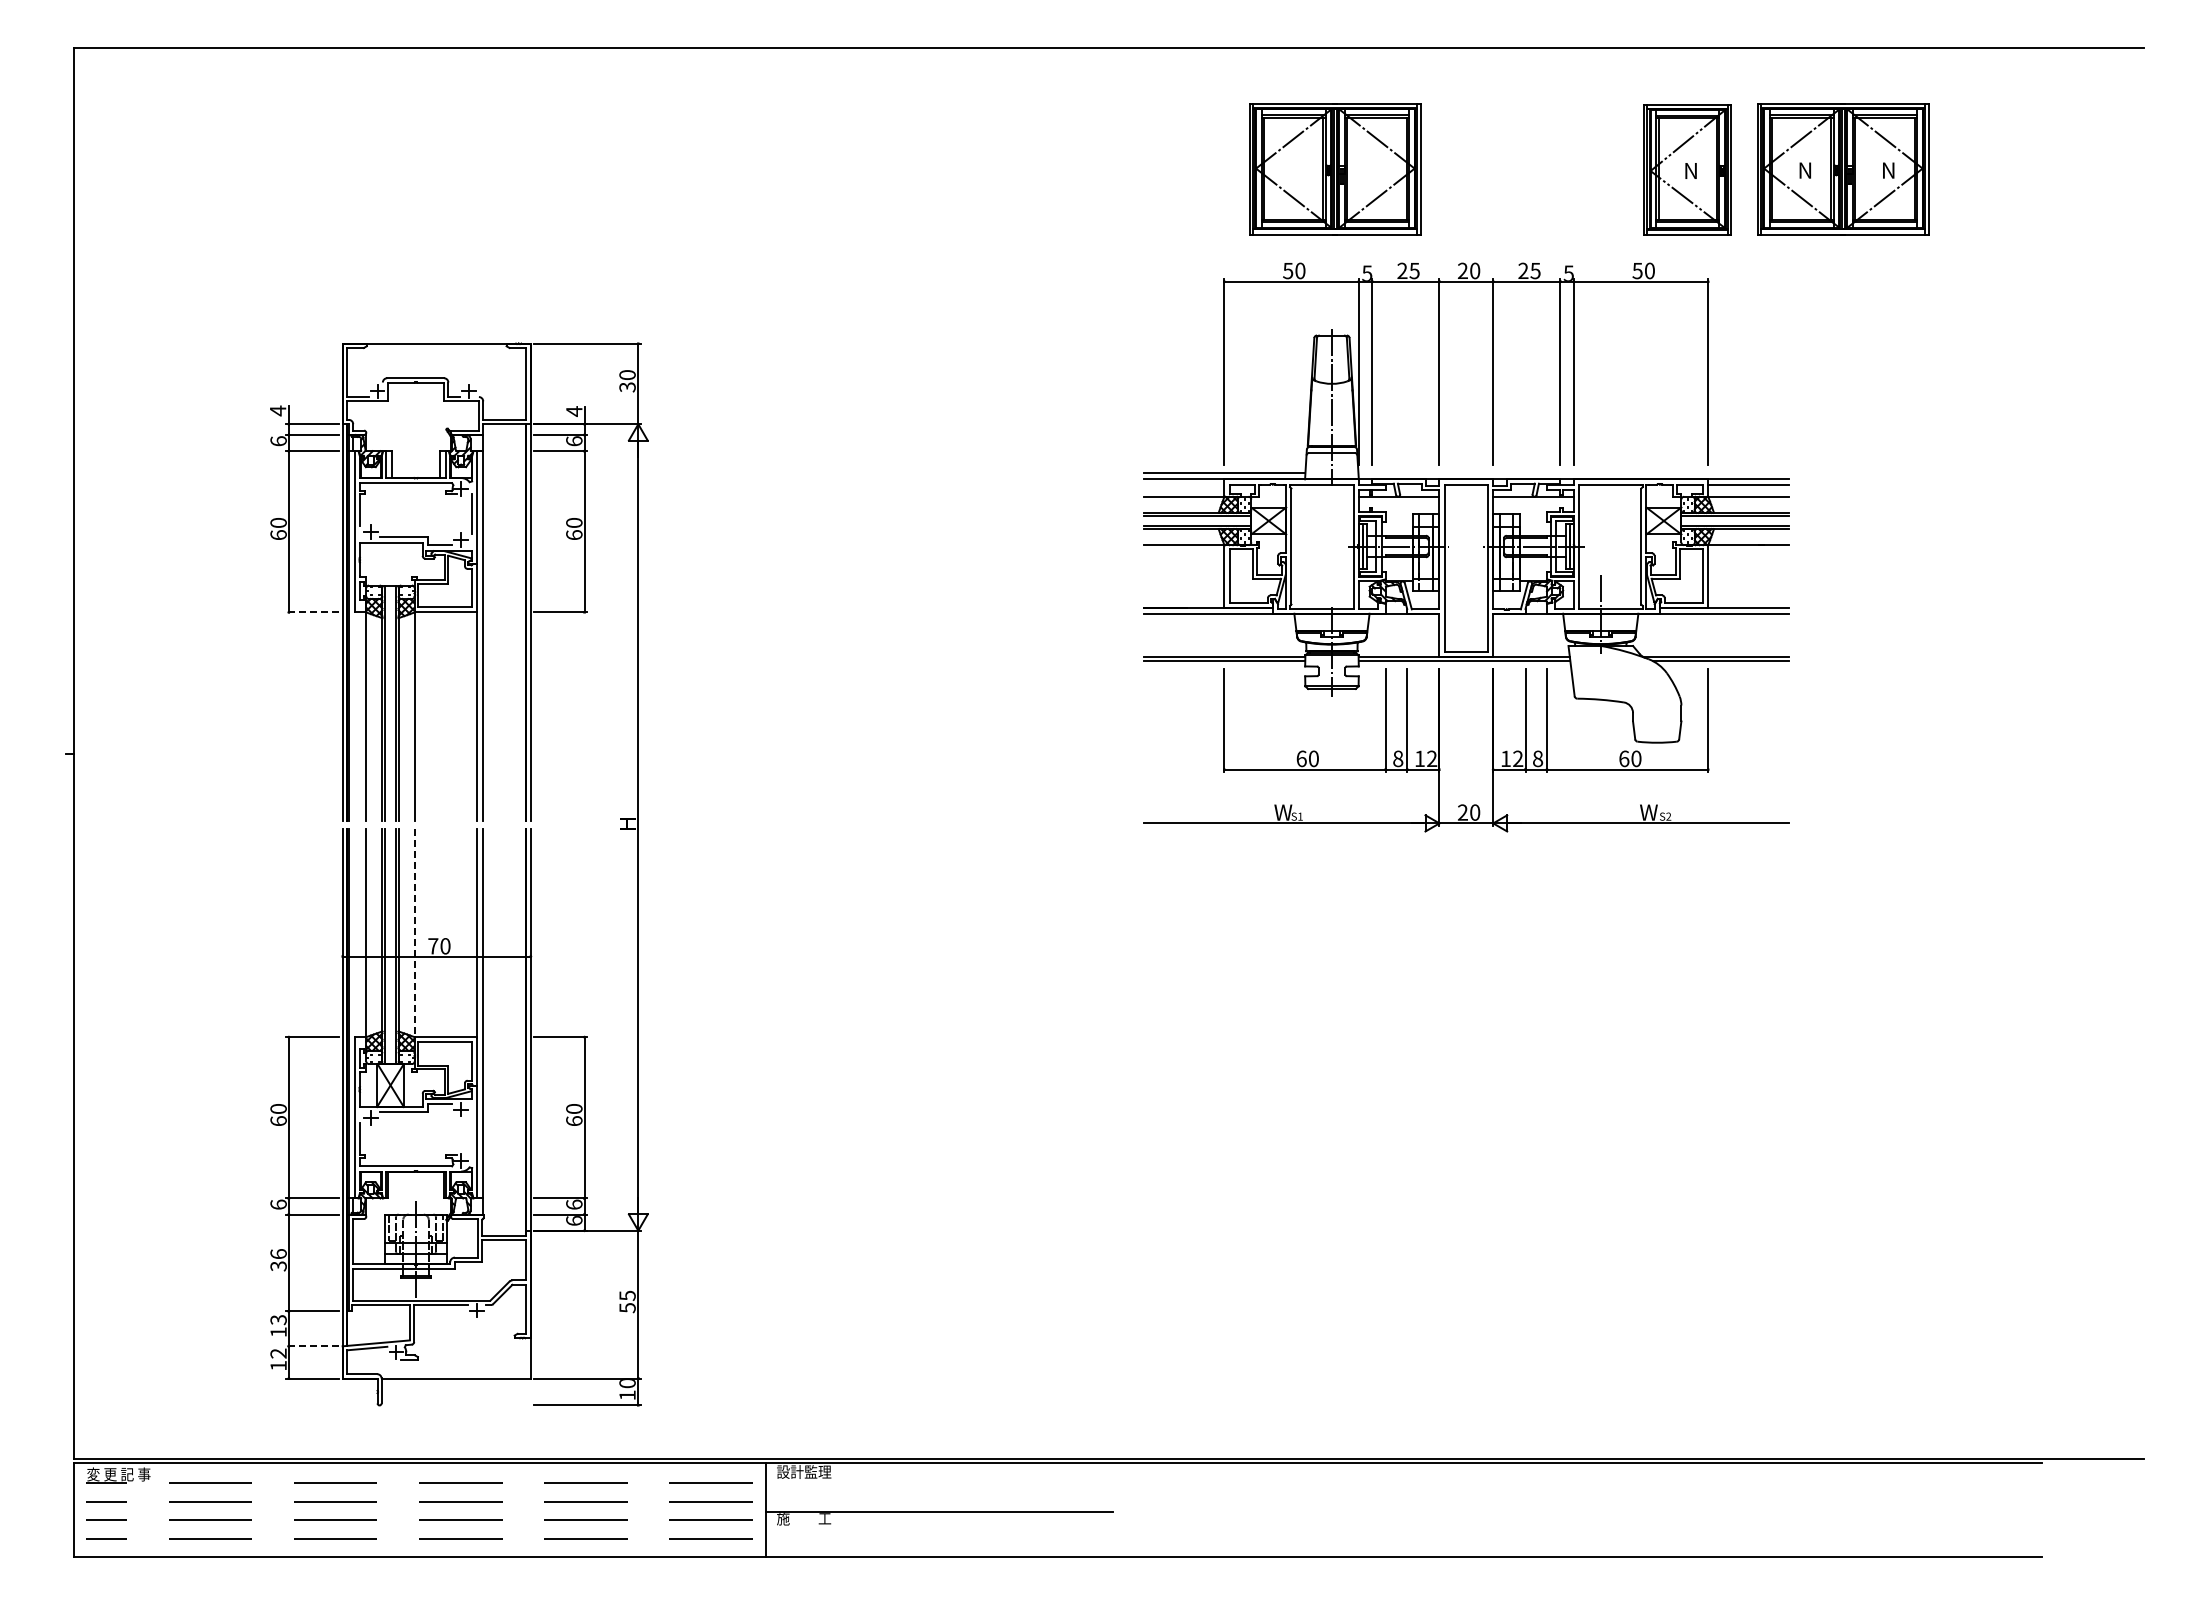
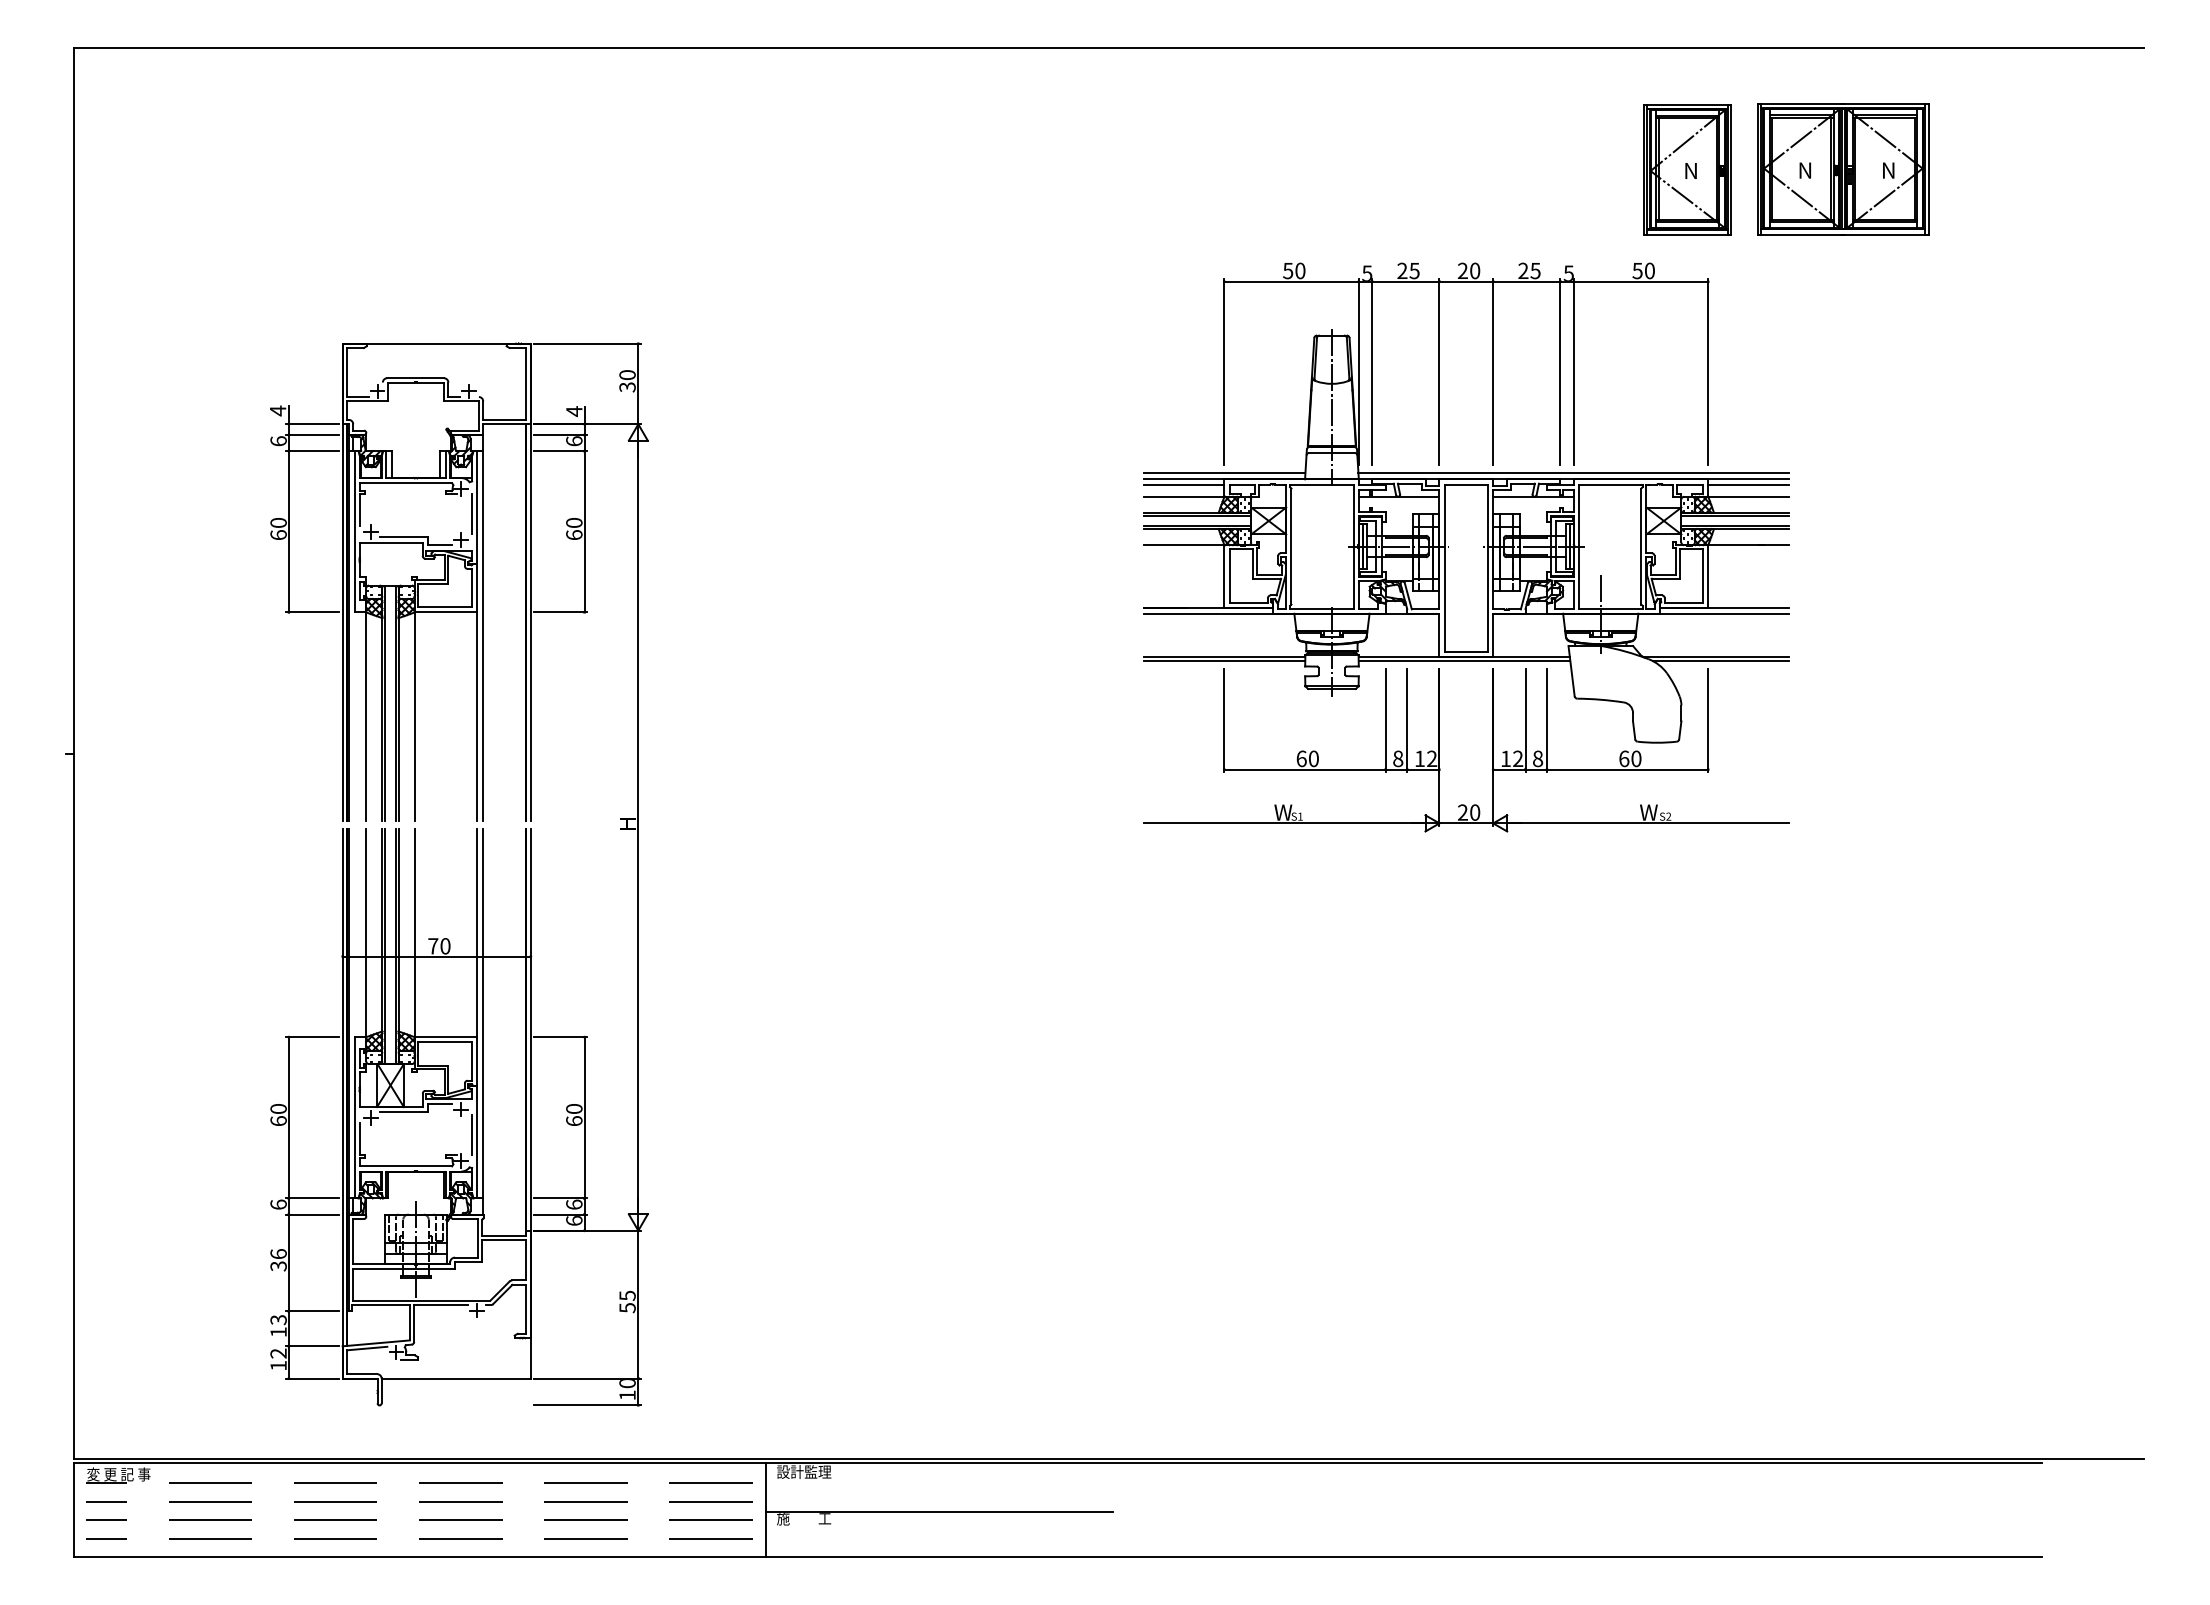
part at (1335, 169): present -> none
line at (1573, 473): none -> present
line at (1183, 485): none -> present
line at (312, 612): dashed -> solid
line at (414, 933): dashed -> solid
line at (472, 1135): none -> present
line at (312, 1346): dashed -> solid
